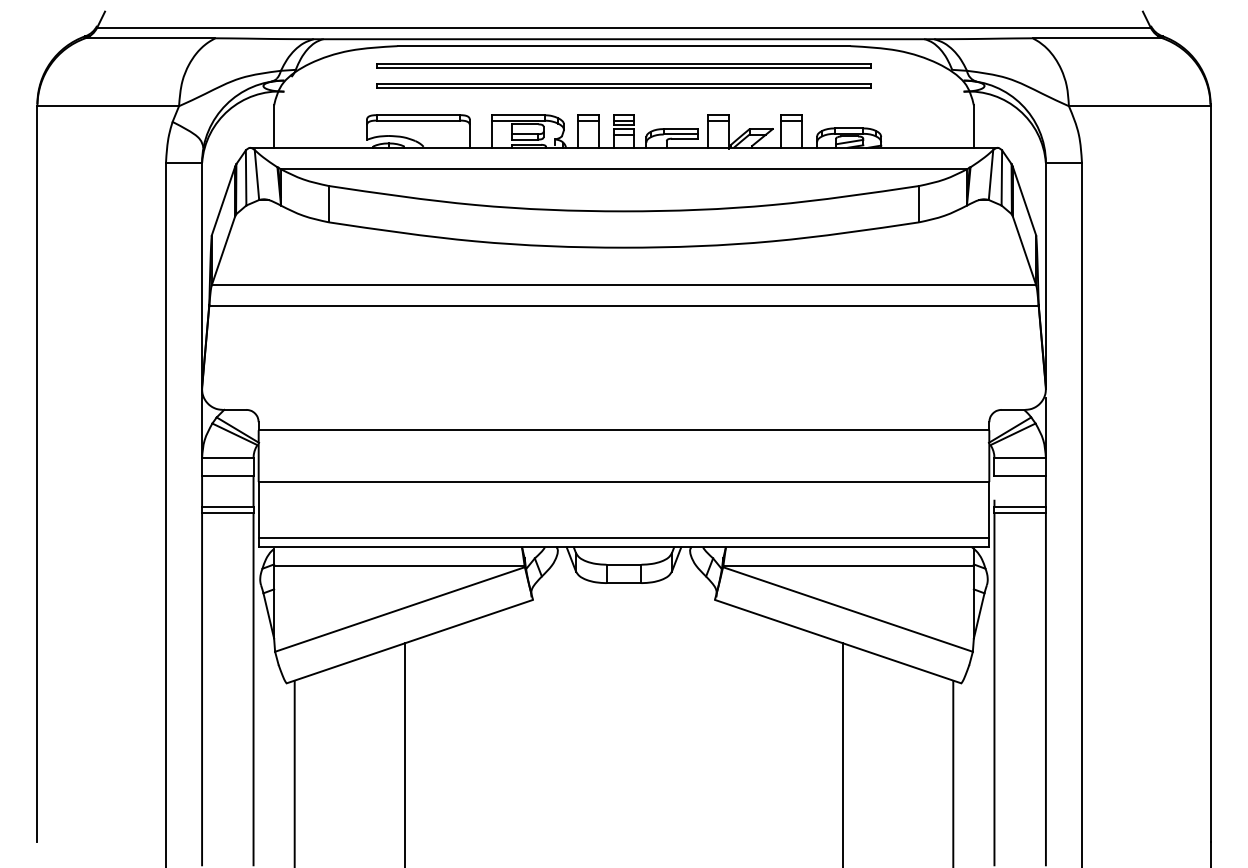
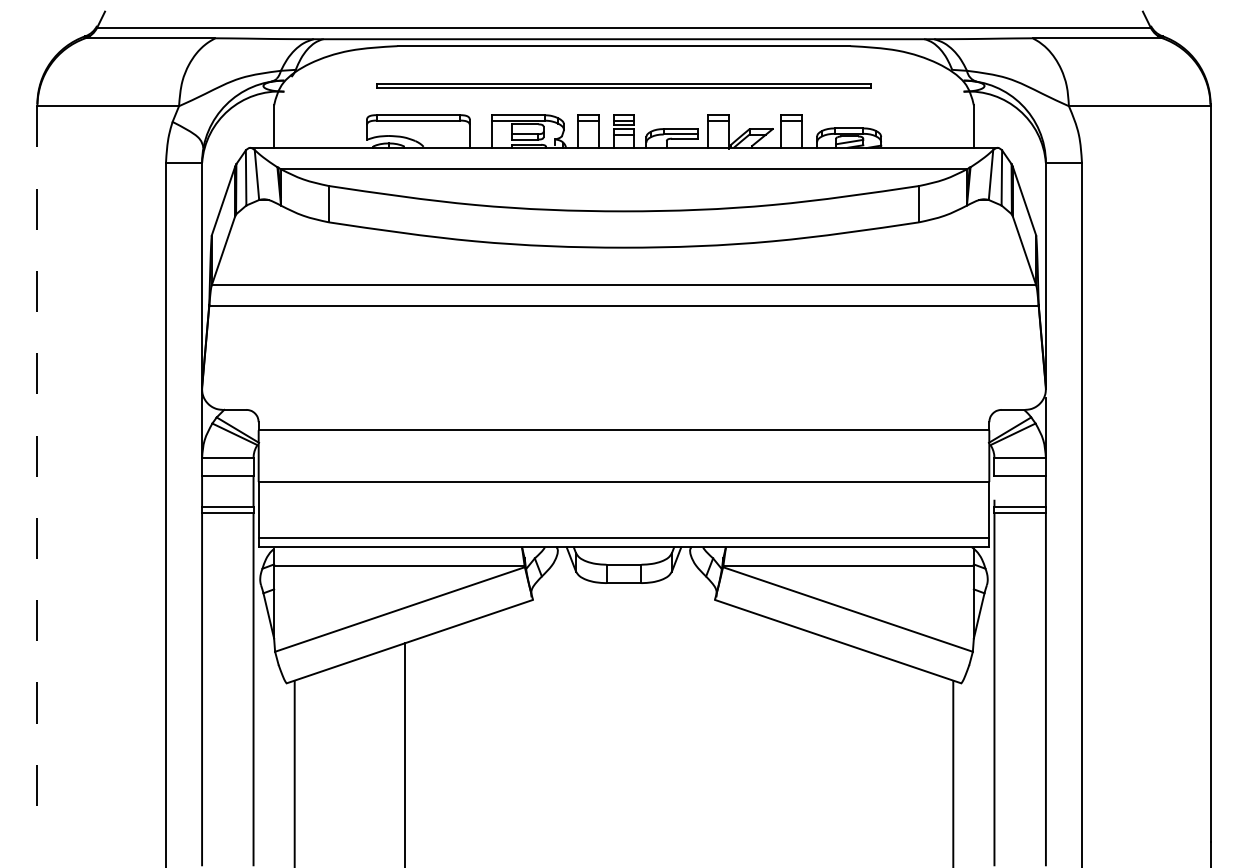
part at (623, 65): present -> none
line at (37, 474): solid -> dashed
line at (843, 753): present -> none
